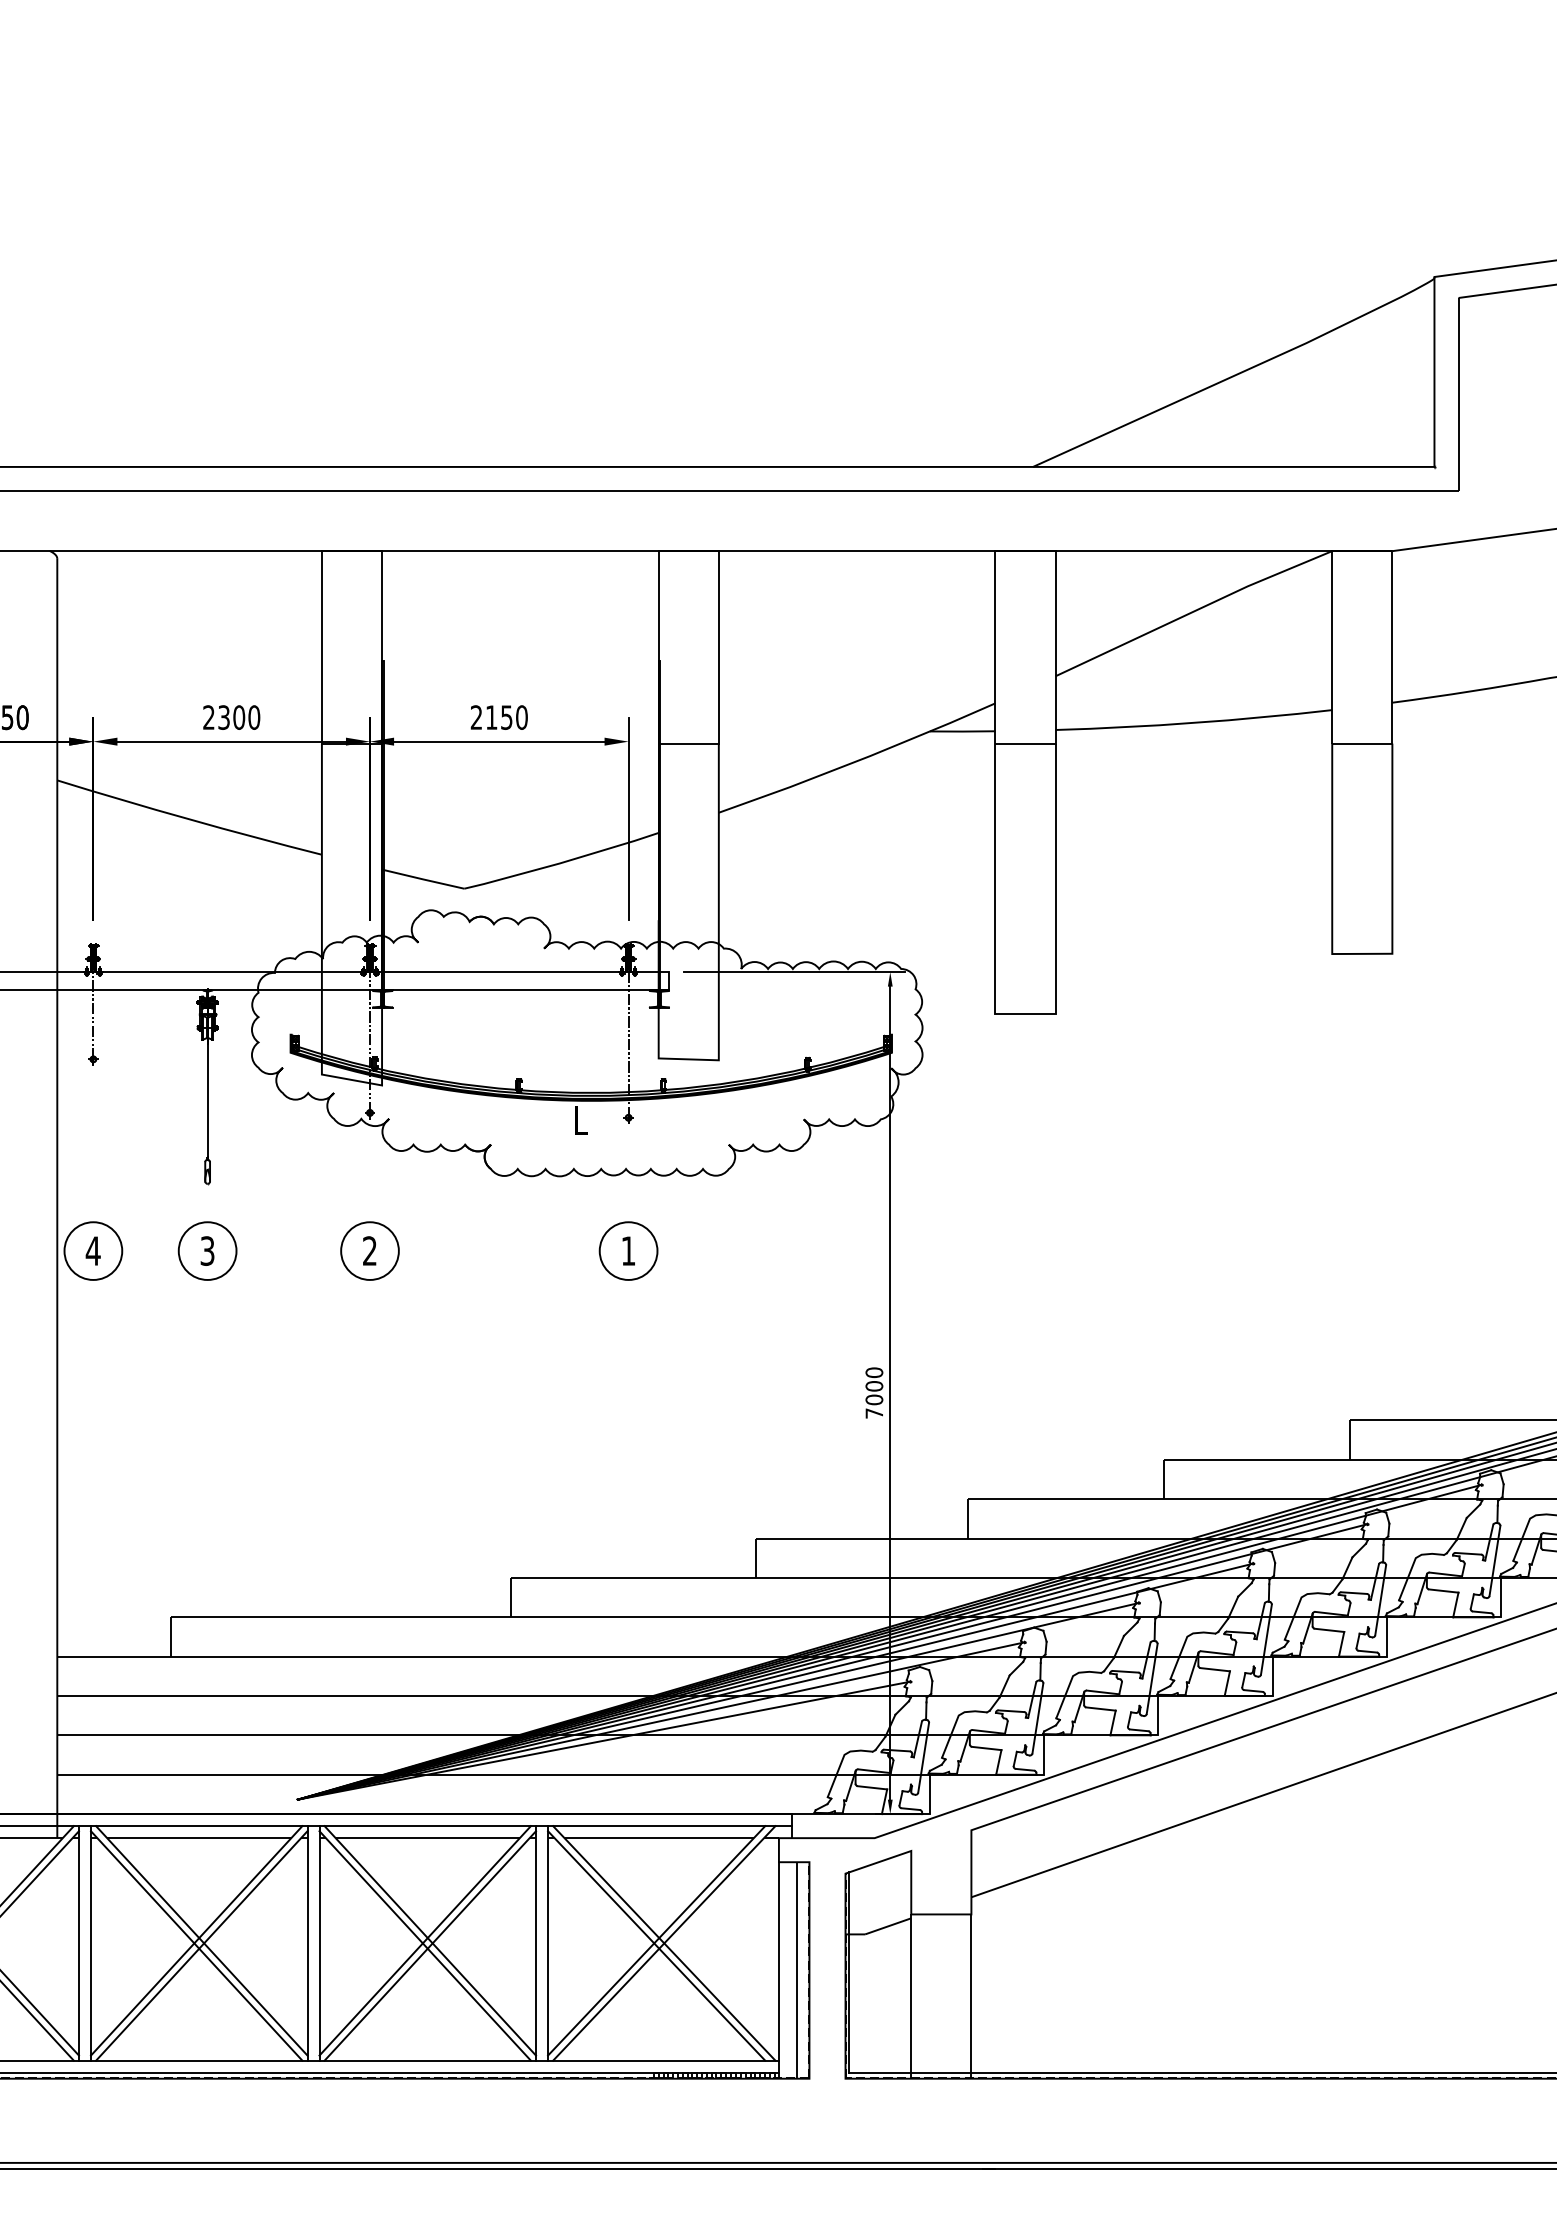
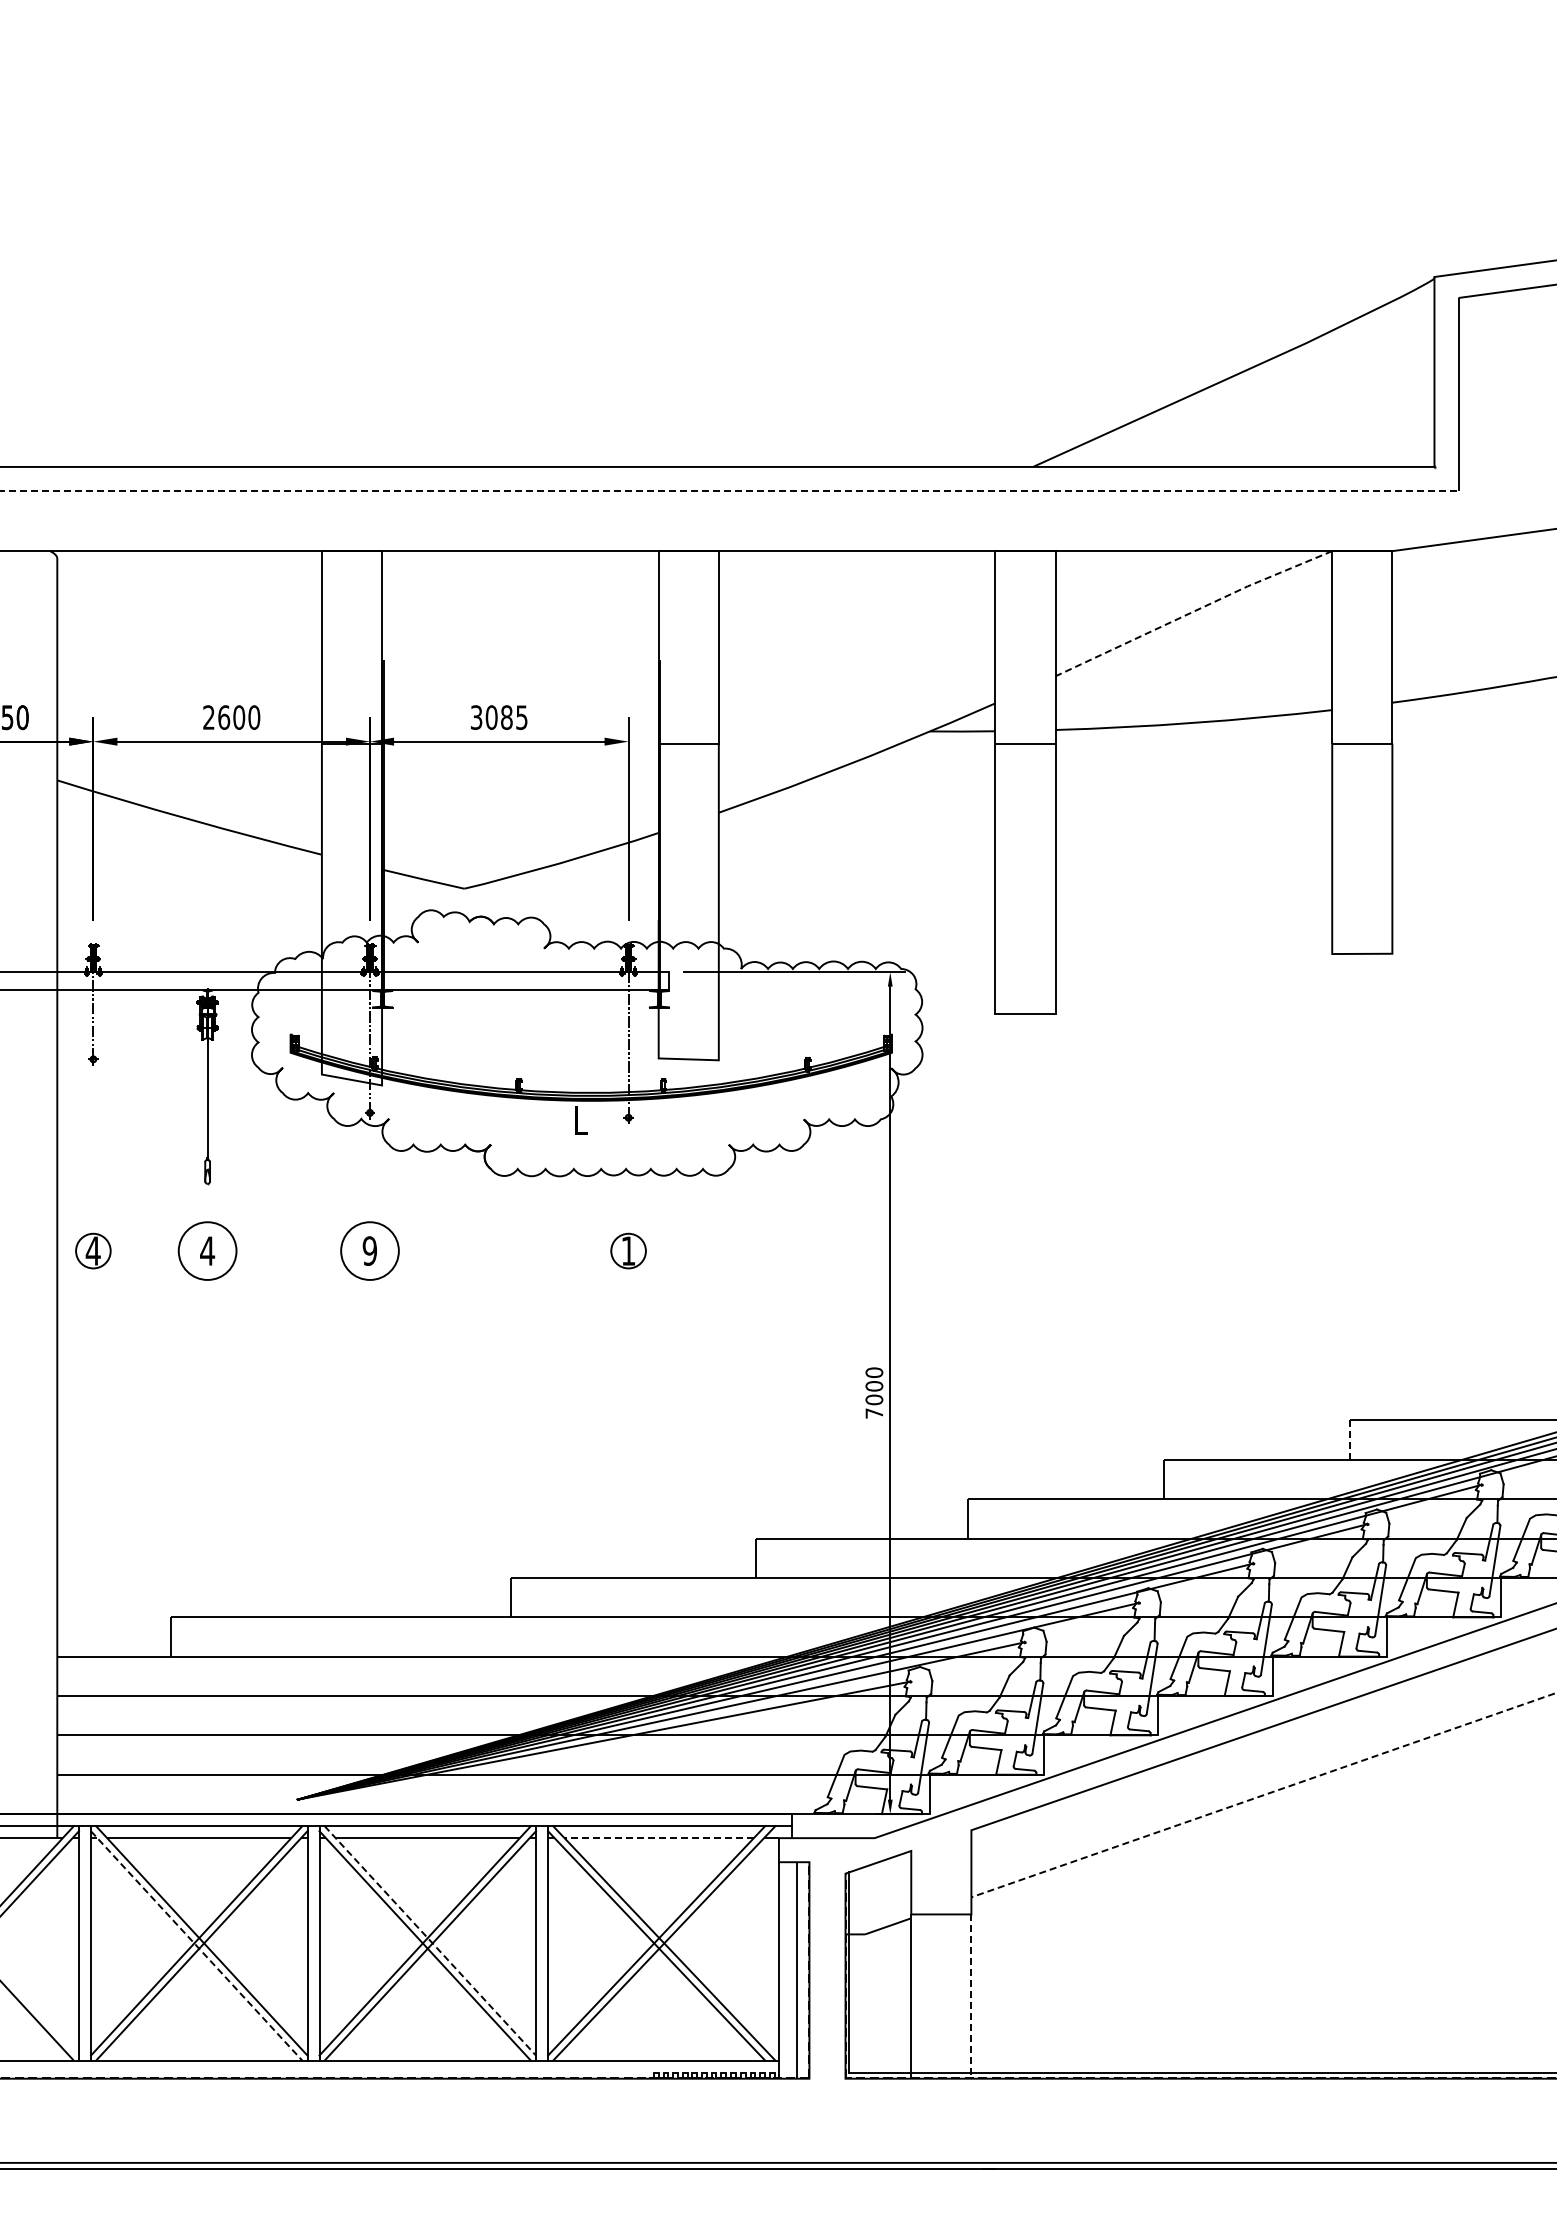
line at (729, 491): solid -> dashed
line at (1193, 611): solid -> dashed
text at (224, 717): 2300 -> 2600
text at (499, 717): 2150 -> 3085
circle at (93, 1250) diameter: 58 px -> 35 px
text at (207, 1250): 3 -> 4
text at (369, 1250): 2 -> 9
circle at (628, 1250) diameter: 58 px -> 35 px
line at (1349, 1440): solid -> dashed
line at (1264, 1795): solid -> dashed
line at (659, 1838): solid -> dashed
line at (430, 1940): solid -> dashed
line at (196, 1945): solid -> dashed
line at (971, 1997): solid -> dashed
line at (40, 2013): present -> none
line at (390, 2072): present -> none
